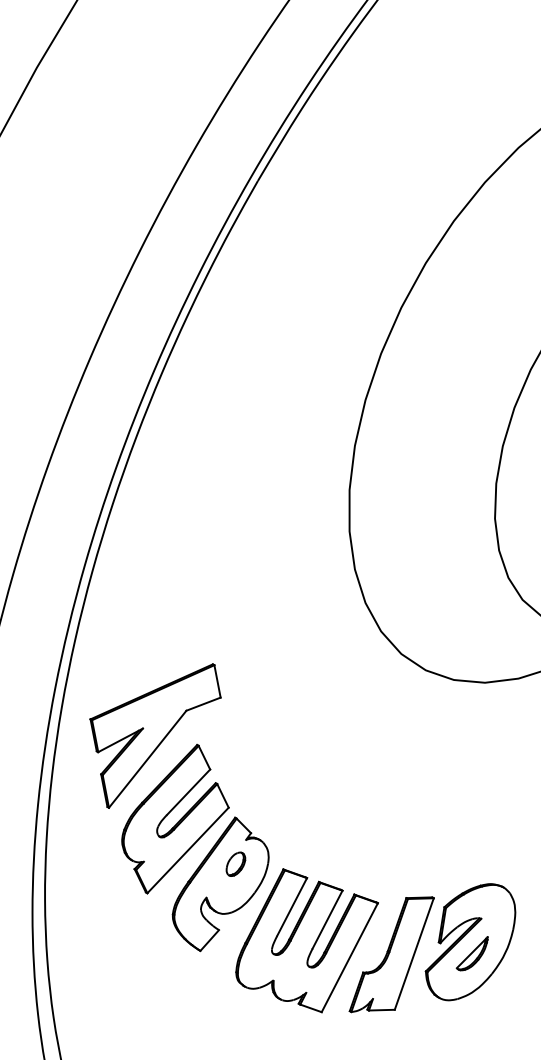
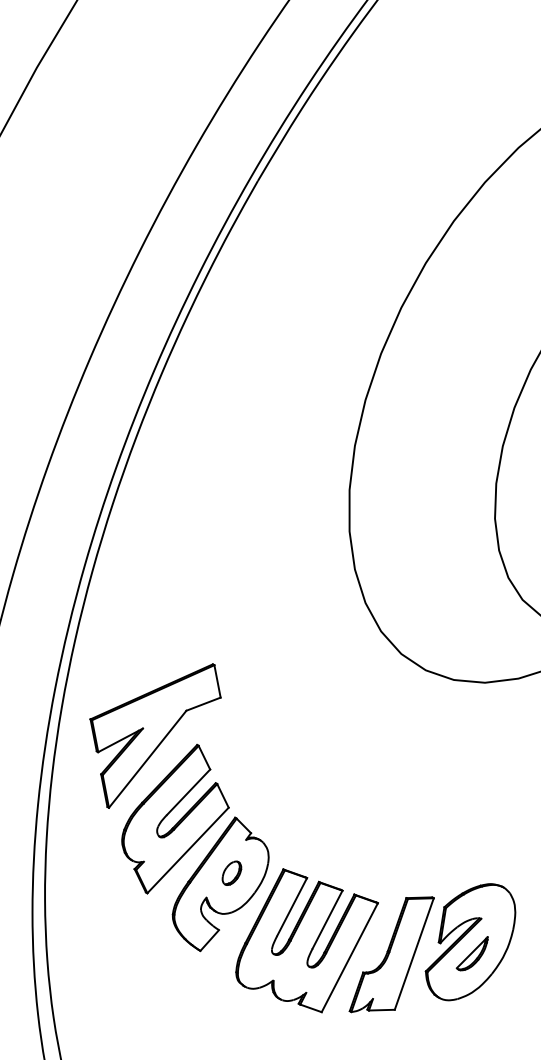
part at (235, 863) position: (235, 863) -> (231, 872)
